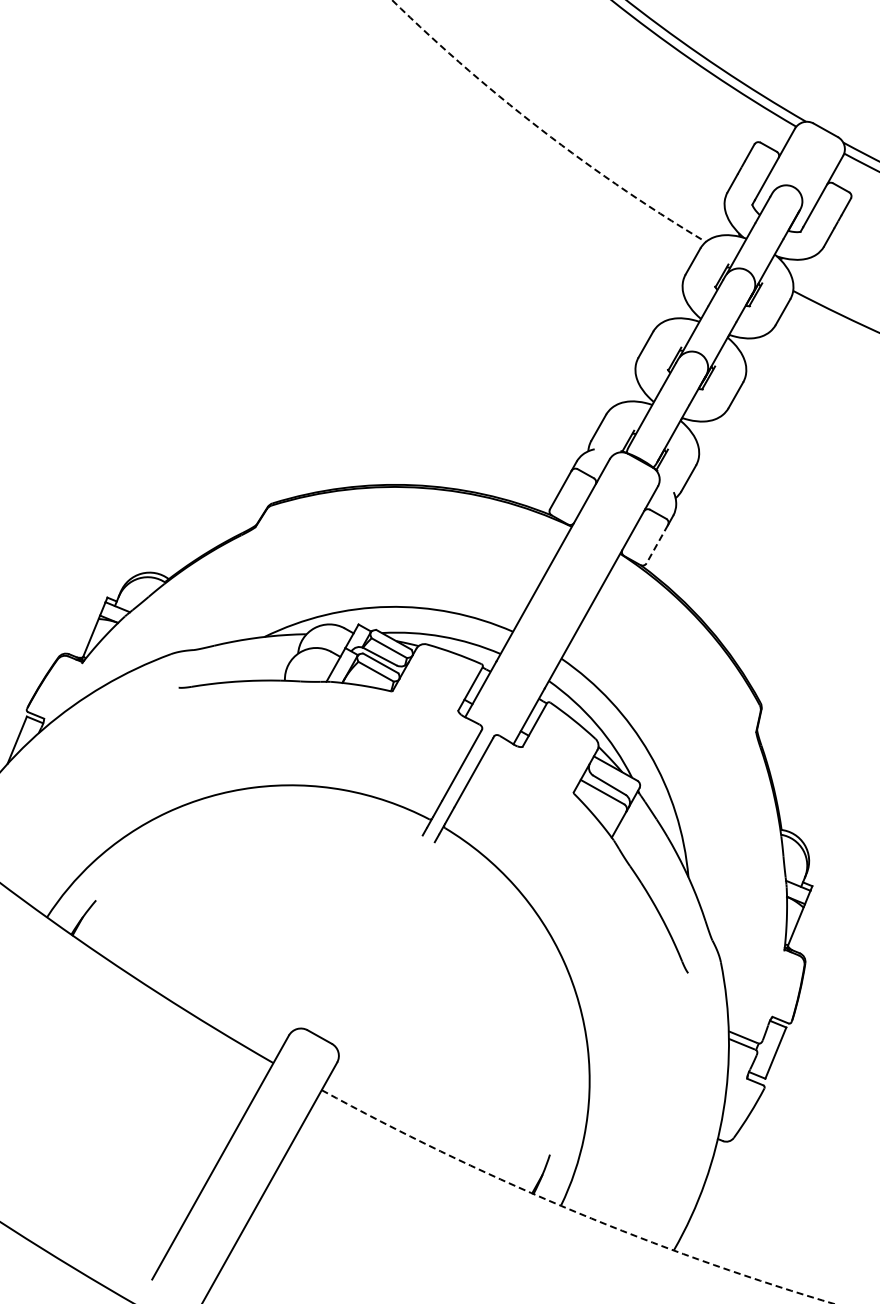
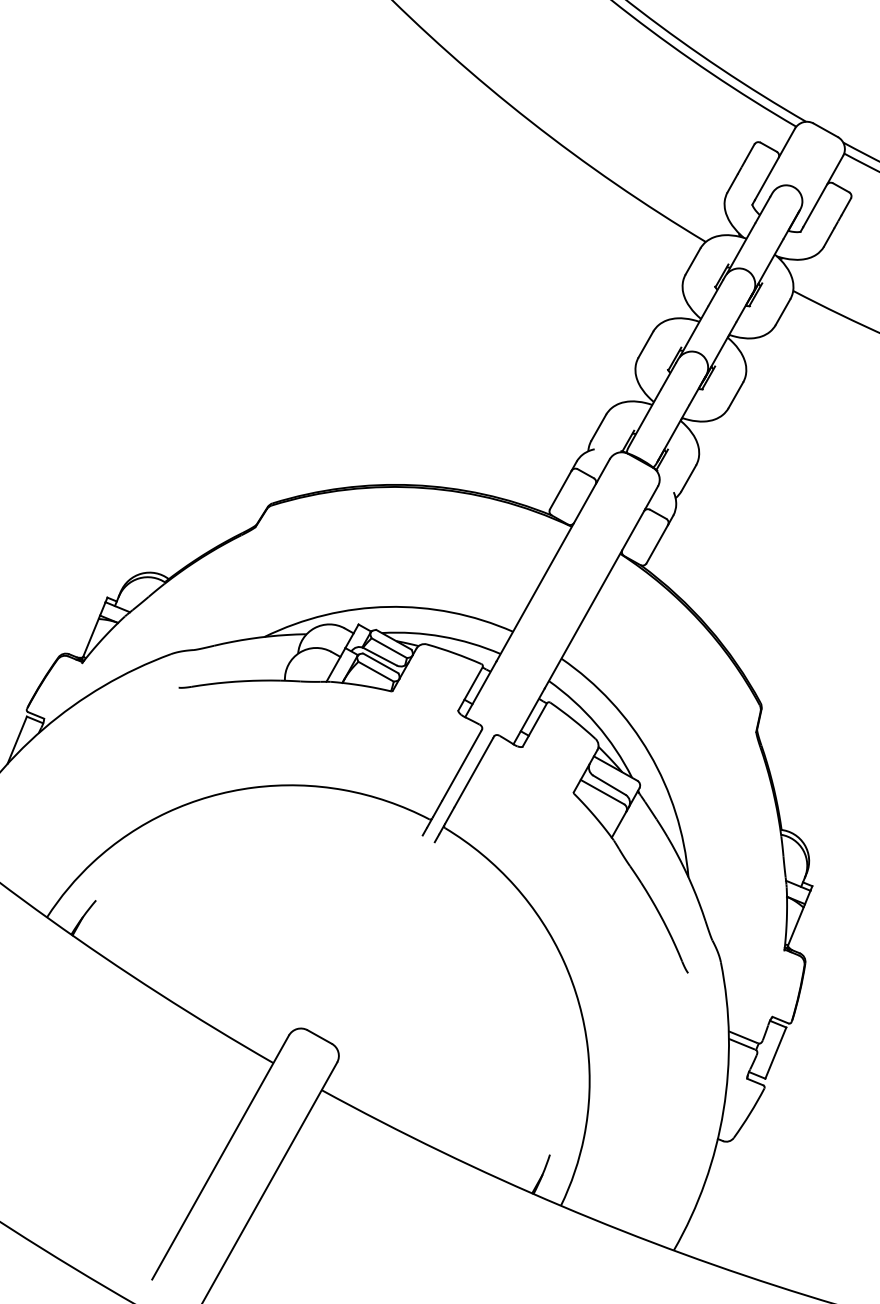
arc at (541, 129): dashed -> solid
line at (657, 544): dashed -> solid
arc at (571, 1210): dashed -> solid
